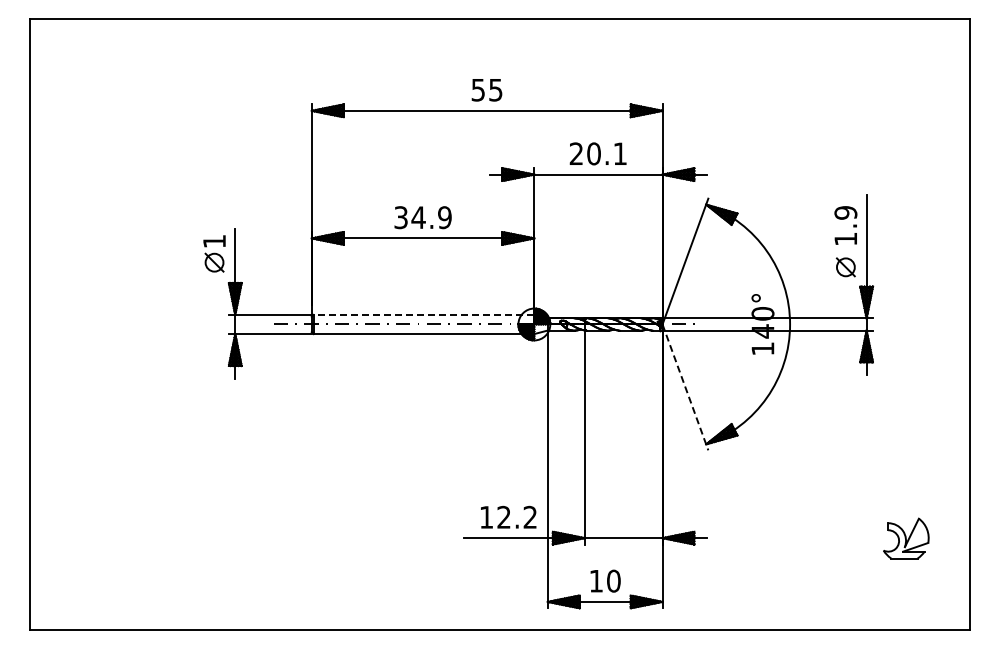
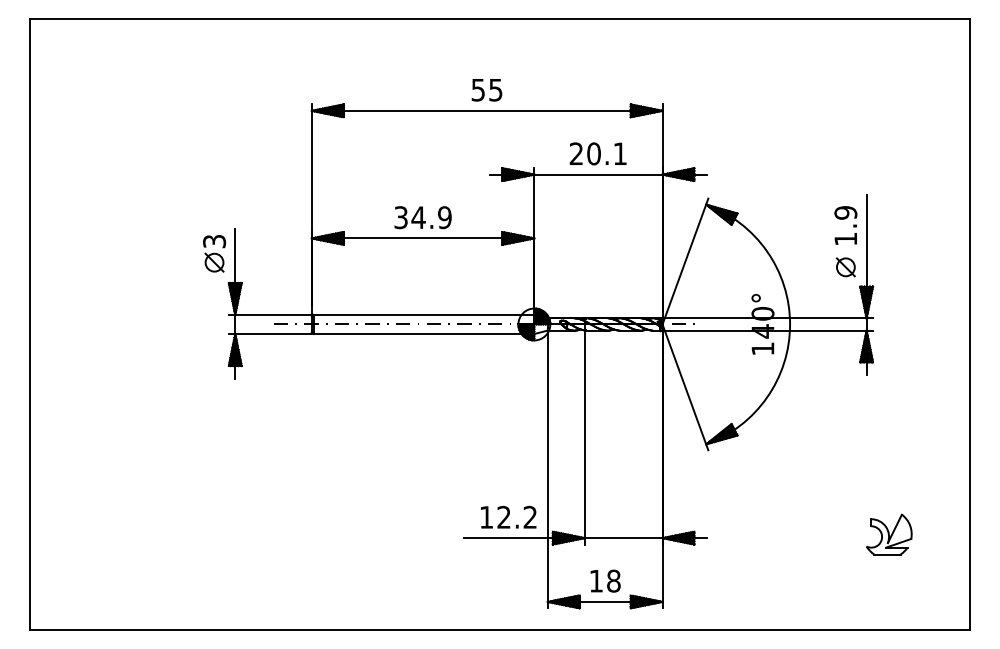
text at (214, 241): 1 -> 3
line at (423, 314): dashed -> solid
line at (685, 387): dashed -> solid
part at (906, 538) position: (906, 538) -> (889, 534)
text at (613, 581): 10 -> 18
